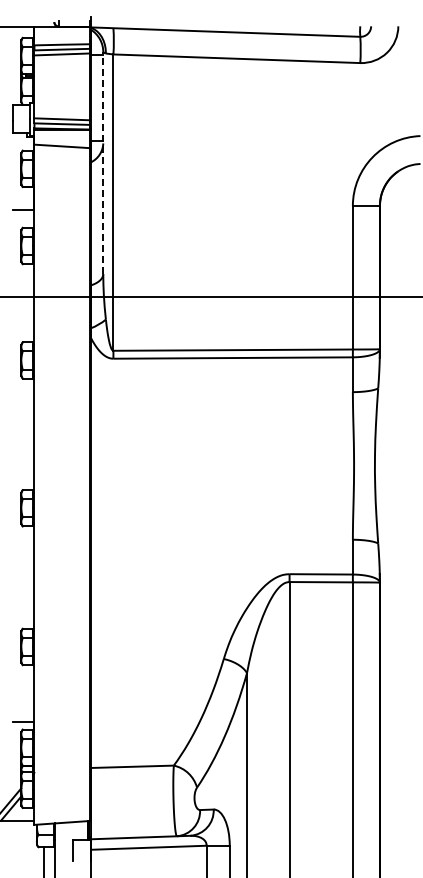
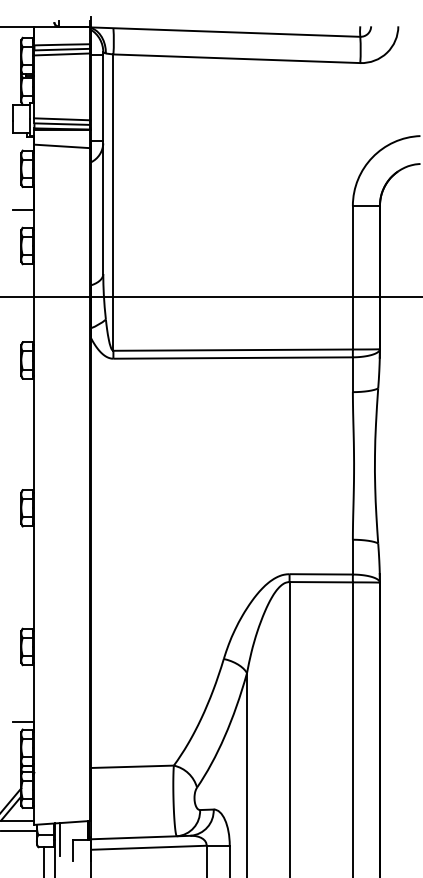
line at (103, 162): dashed -> solid
line at (19, 831): none -> present
line at (60, 839): none -> present
